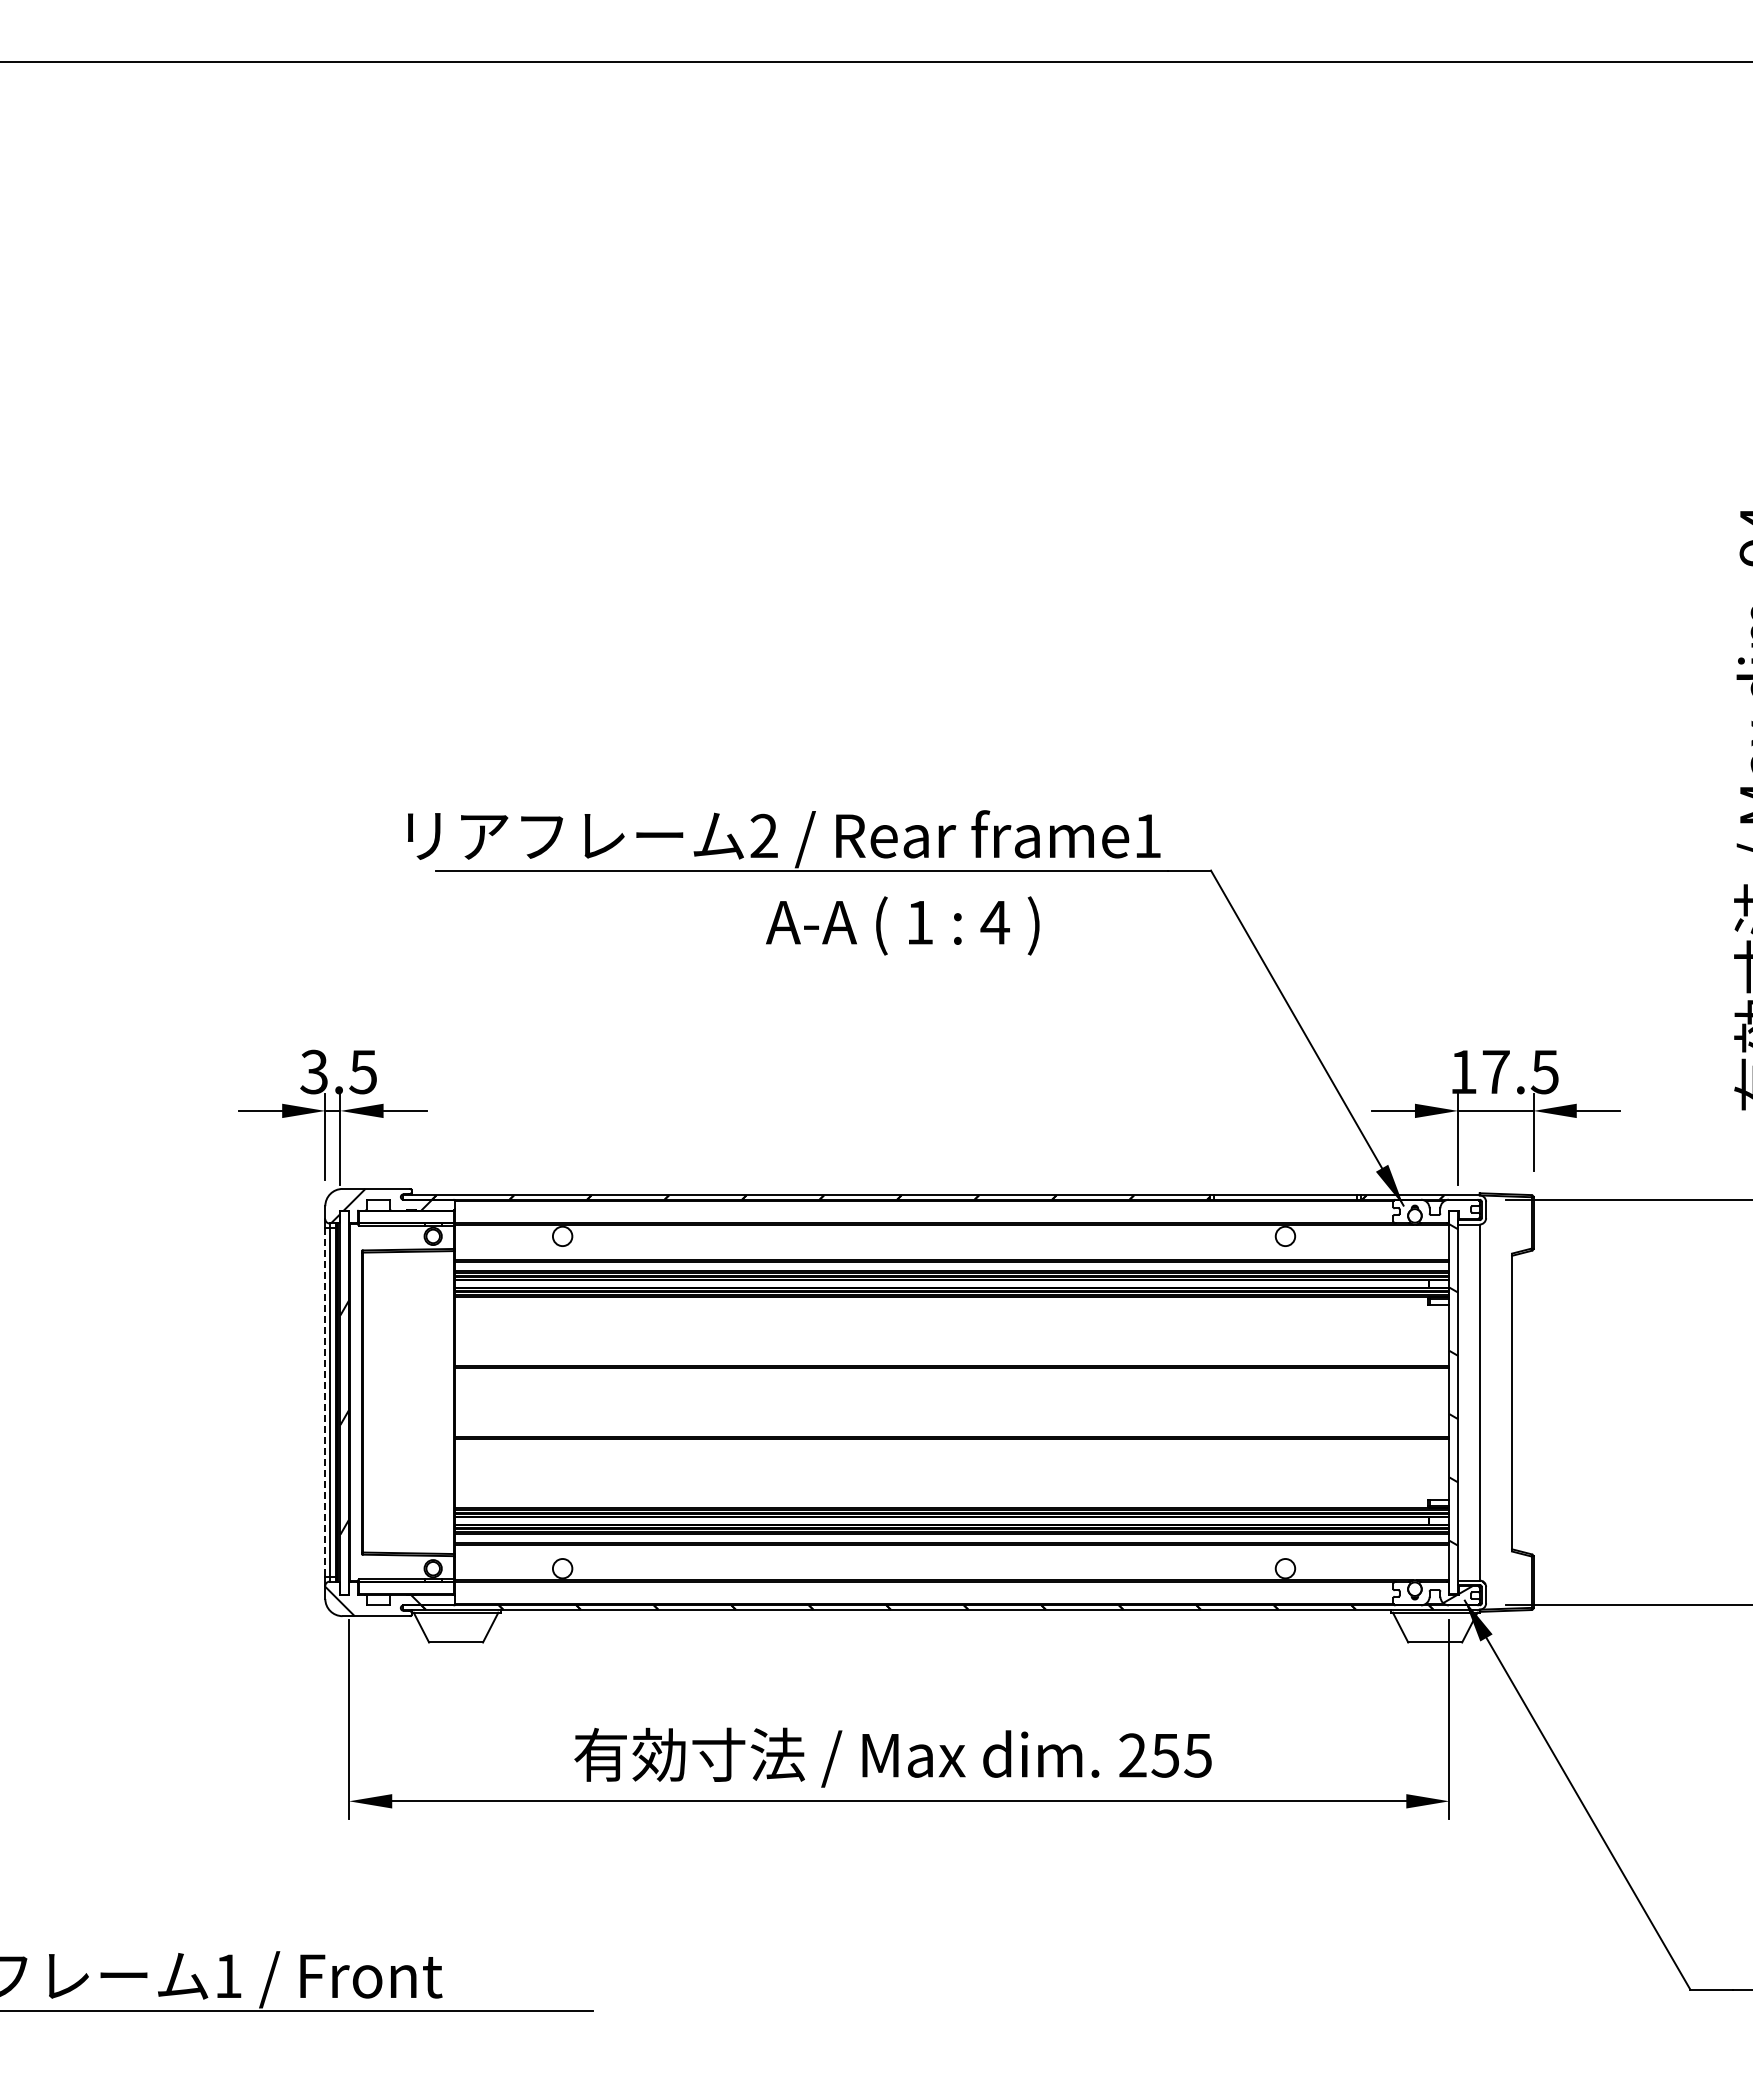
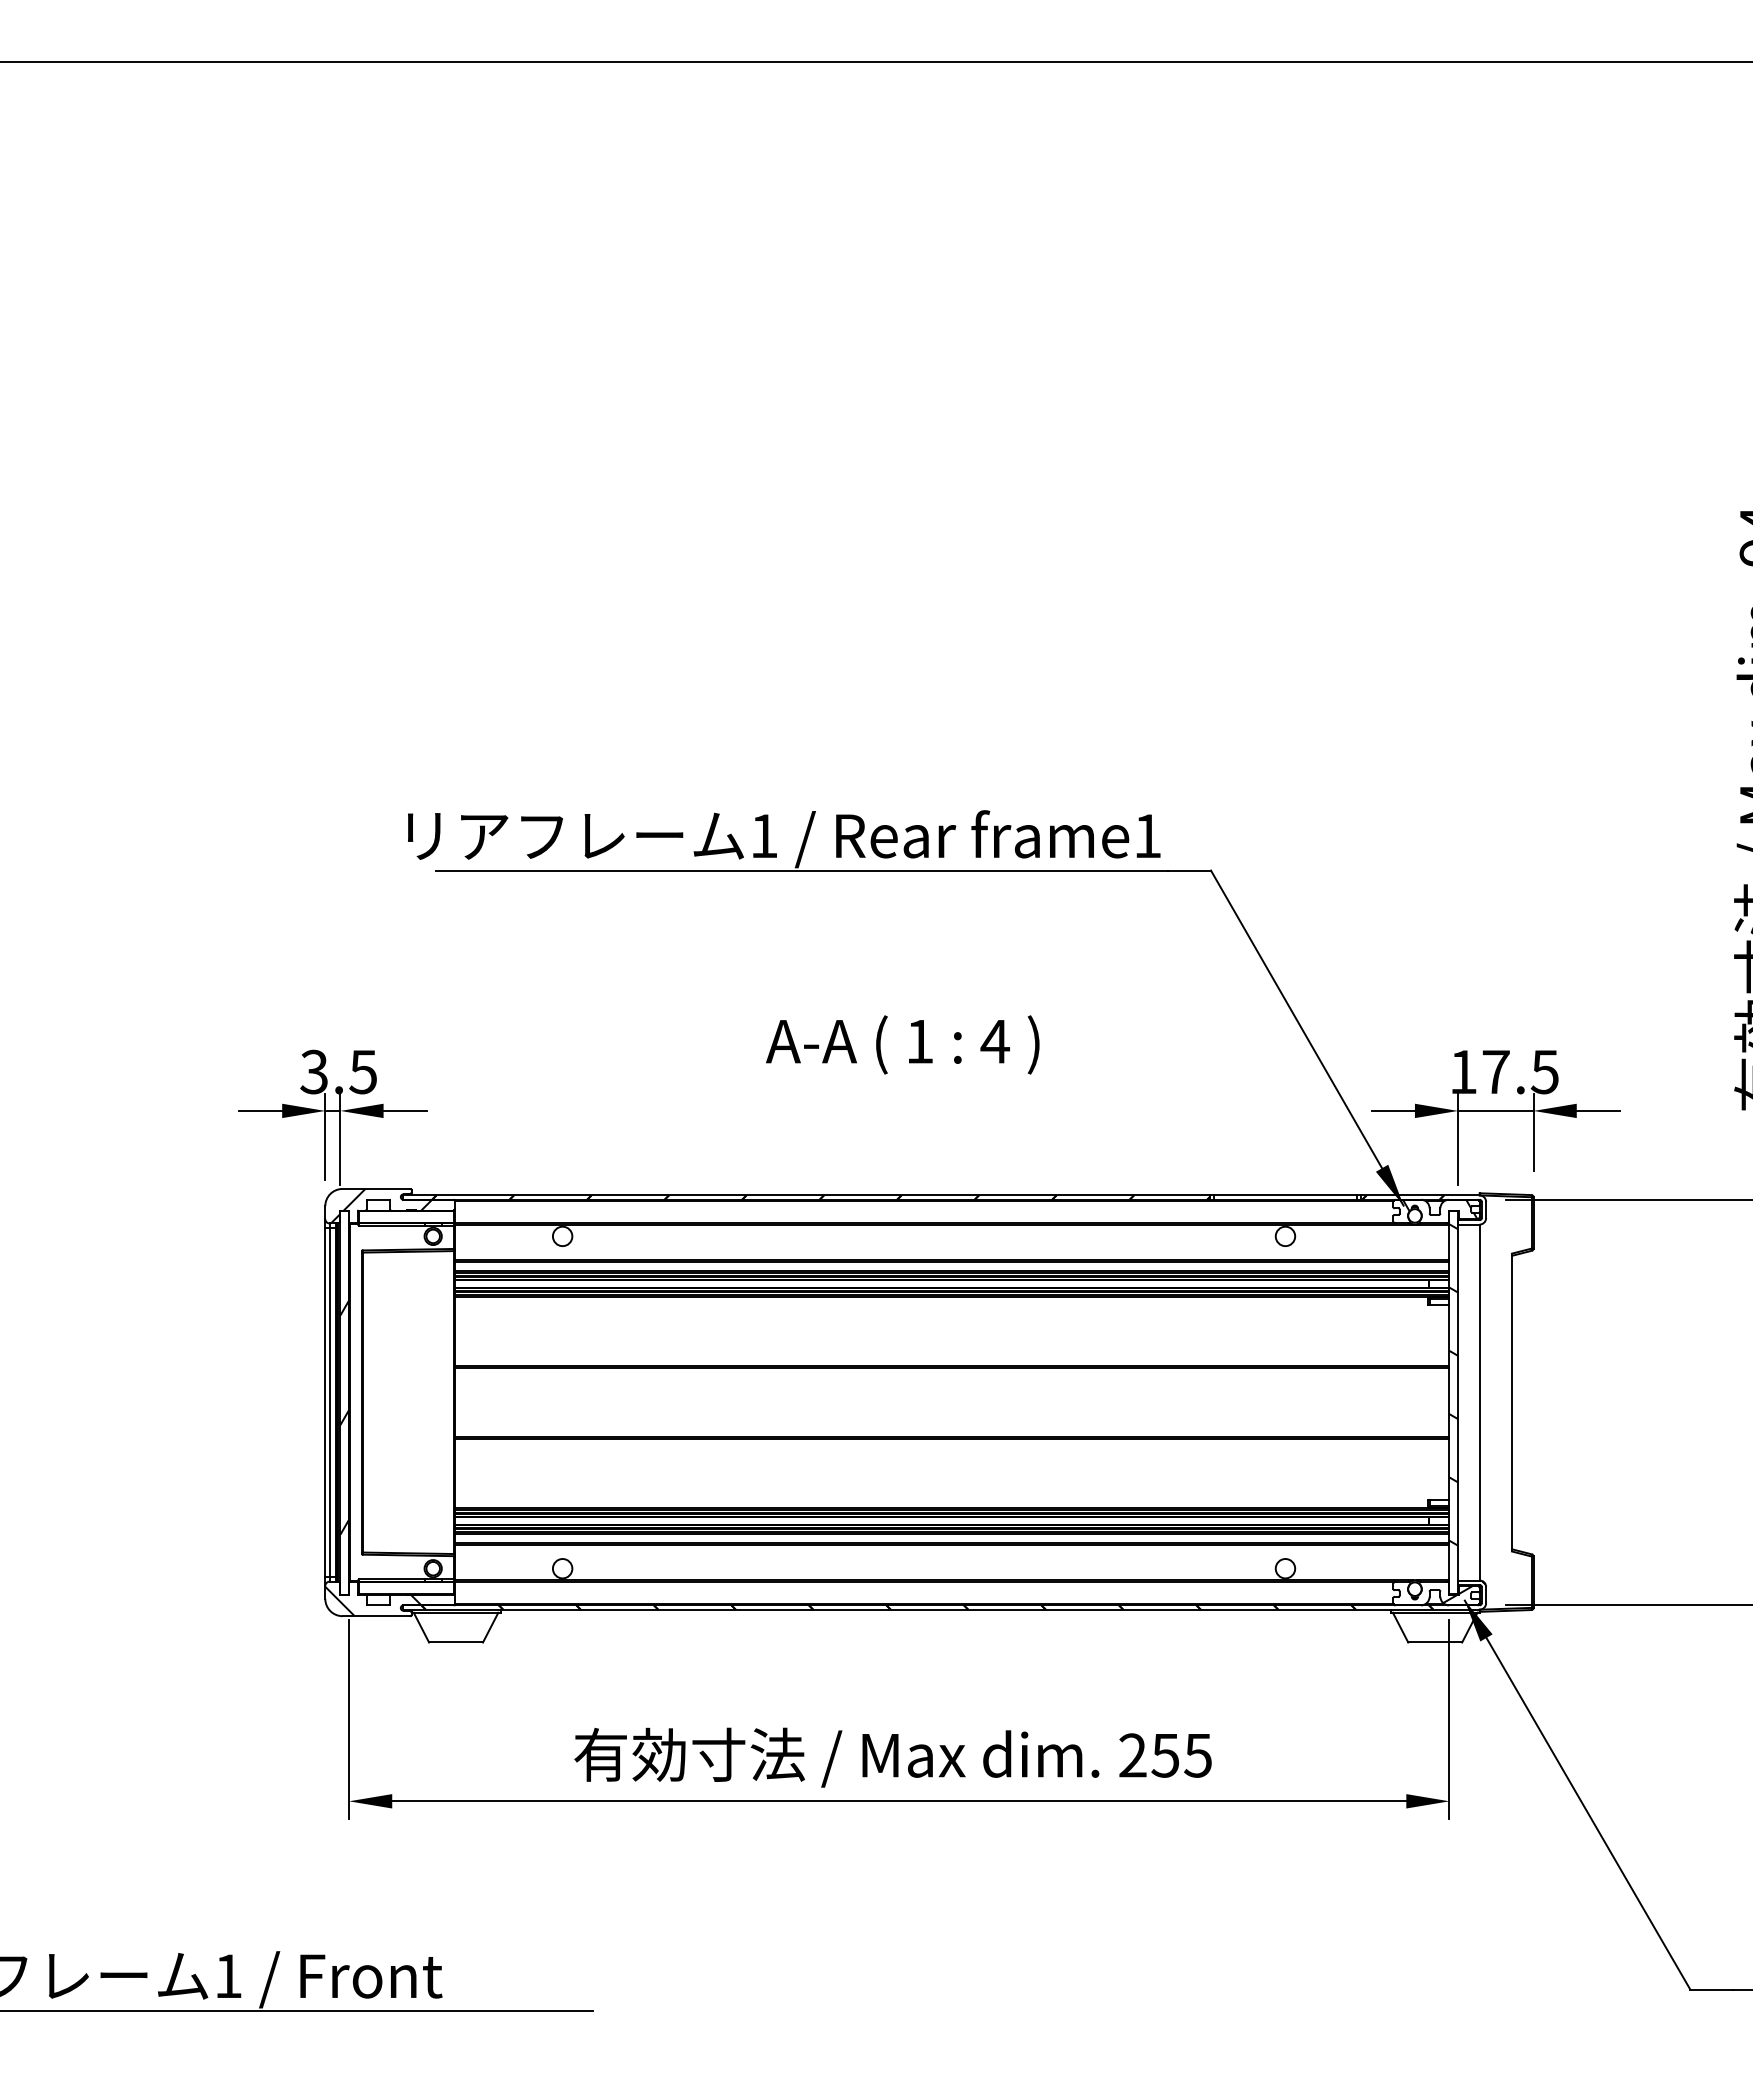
text at (763, 835): 2 -> 1
text at (902, 925) position: (902, 925) -> (902, 1044)
hatch at (1439, 1209): none -> present
line at (325, 1402): dashed -> solid
